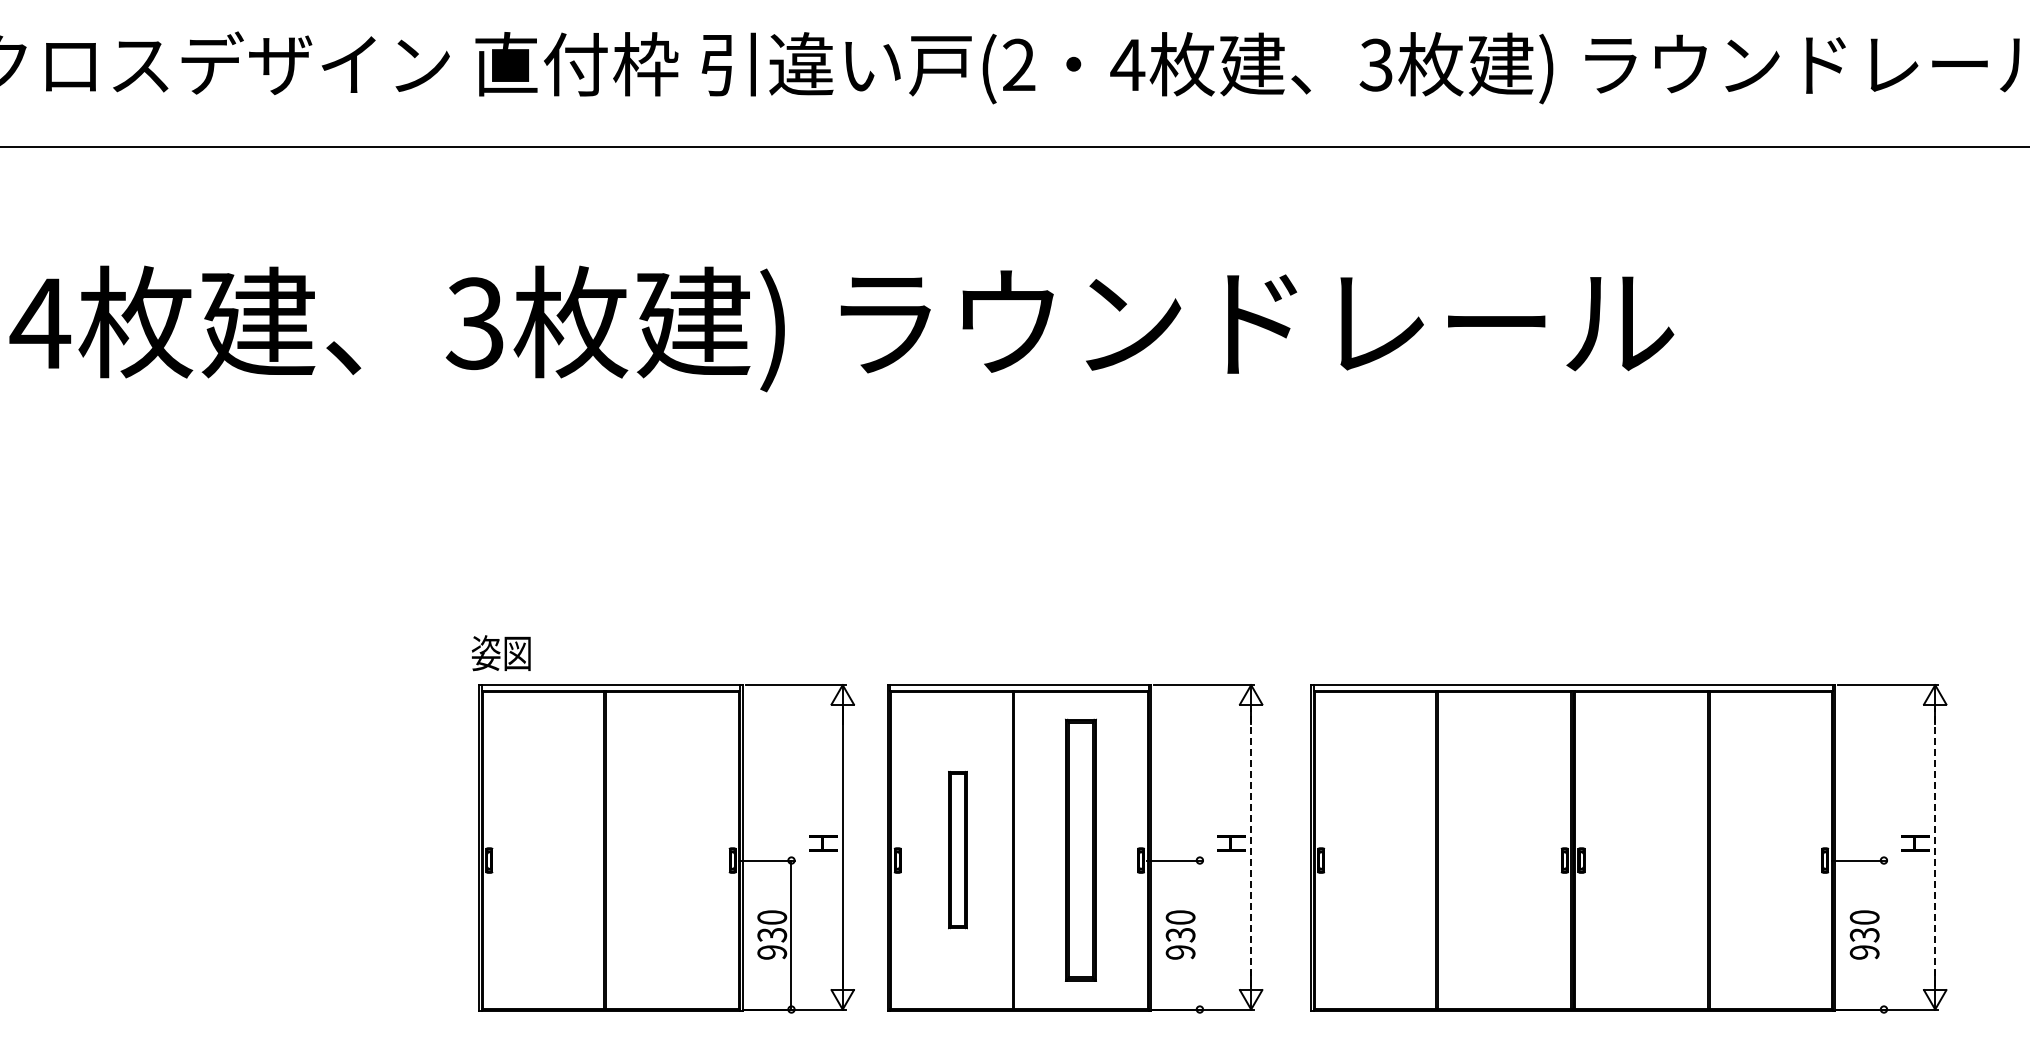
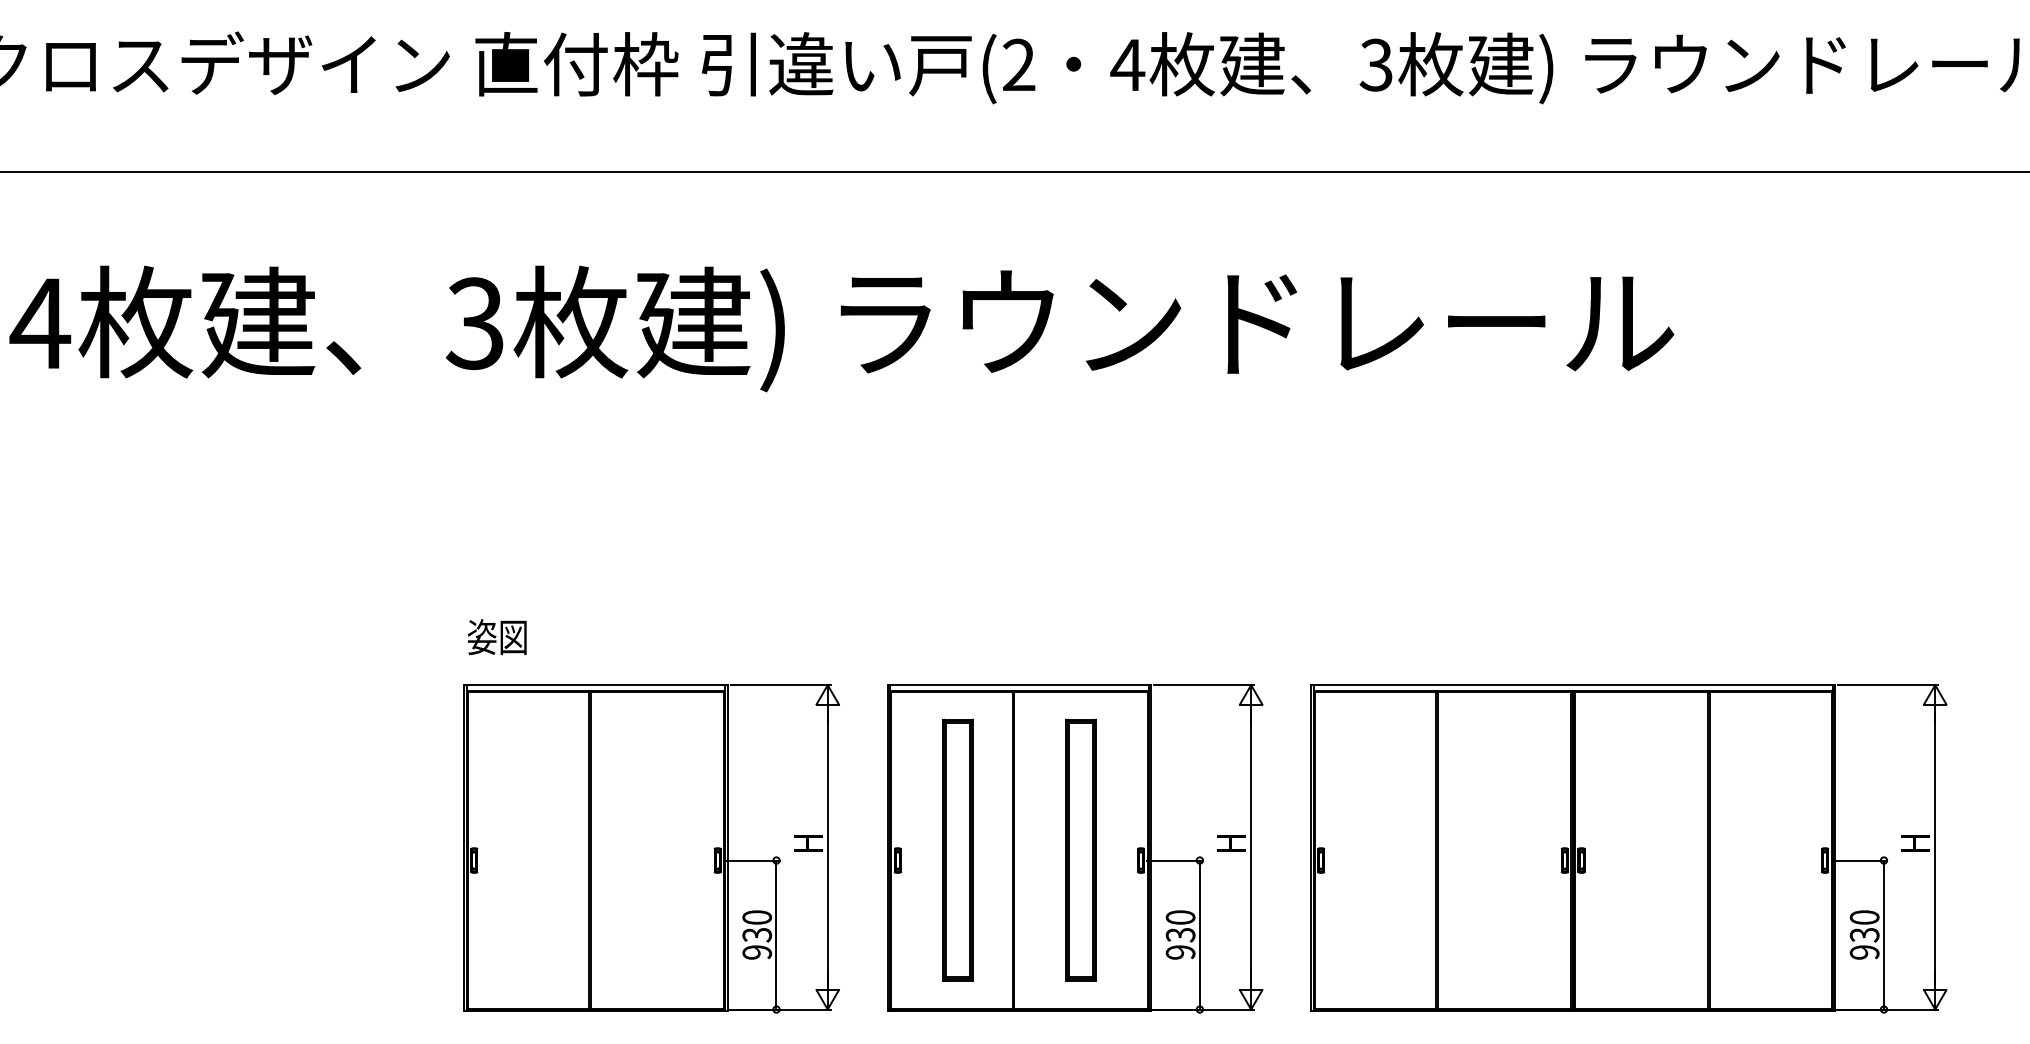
line at (1014, 146) position: (1014, 146) -> (1014, 171)
text at (500, 653) position: (500, 653) -> (496, 637)
line at (1251, 847): dashed -> solid
line at (1935, 847): dashed -> solid
part at (666, 848) position: (666, 848) -> (651, 848)
part at (957, 850) size: 20x159 px -> 32x264 px
line at (1199, 934): none -> present
line at (1883, 934): none -> present
